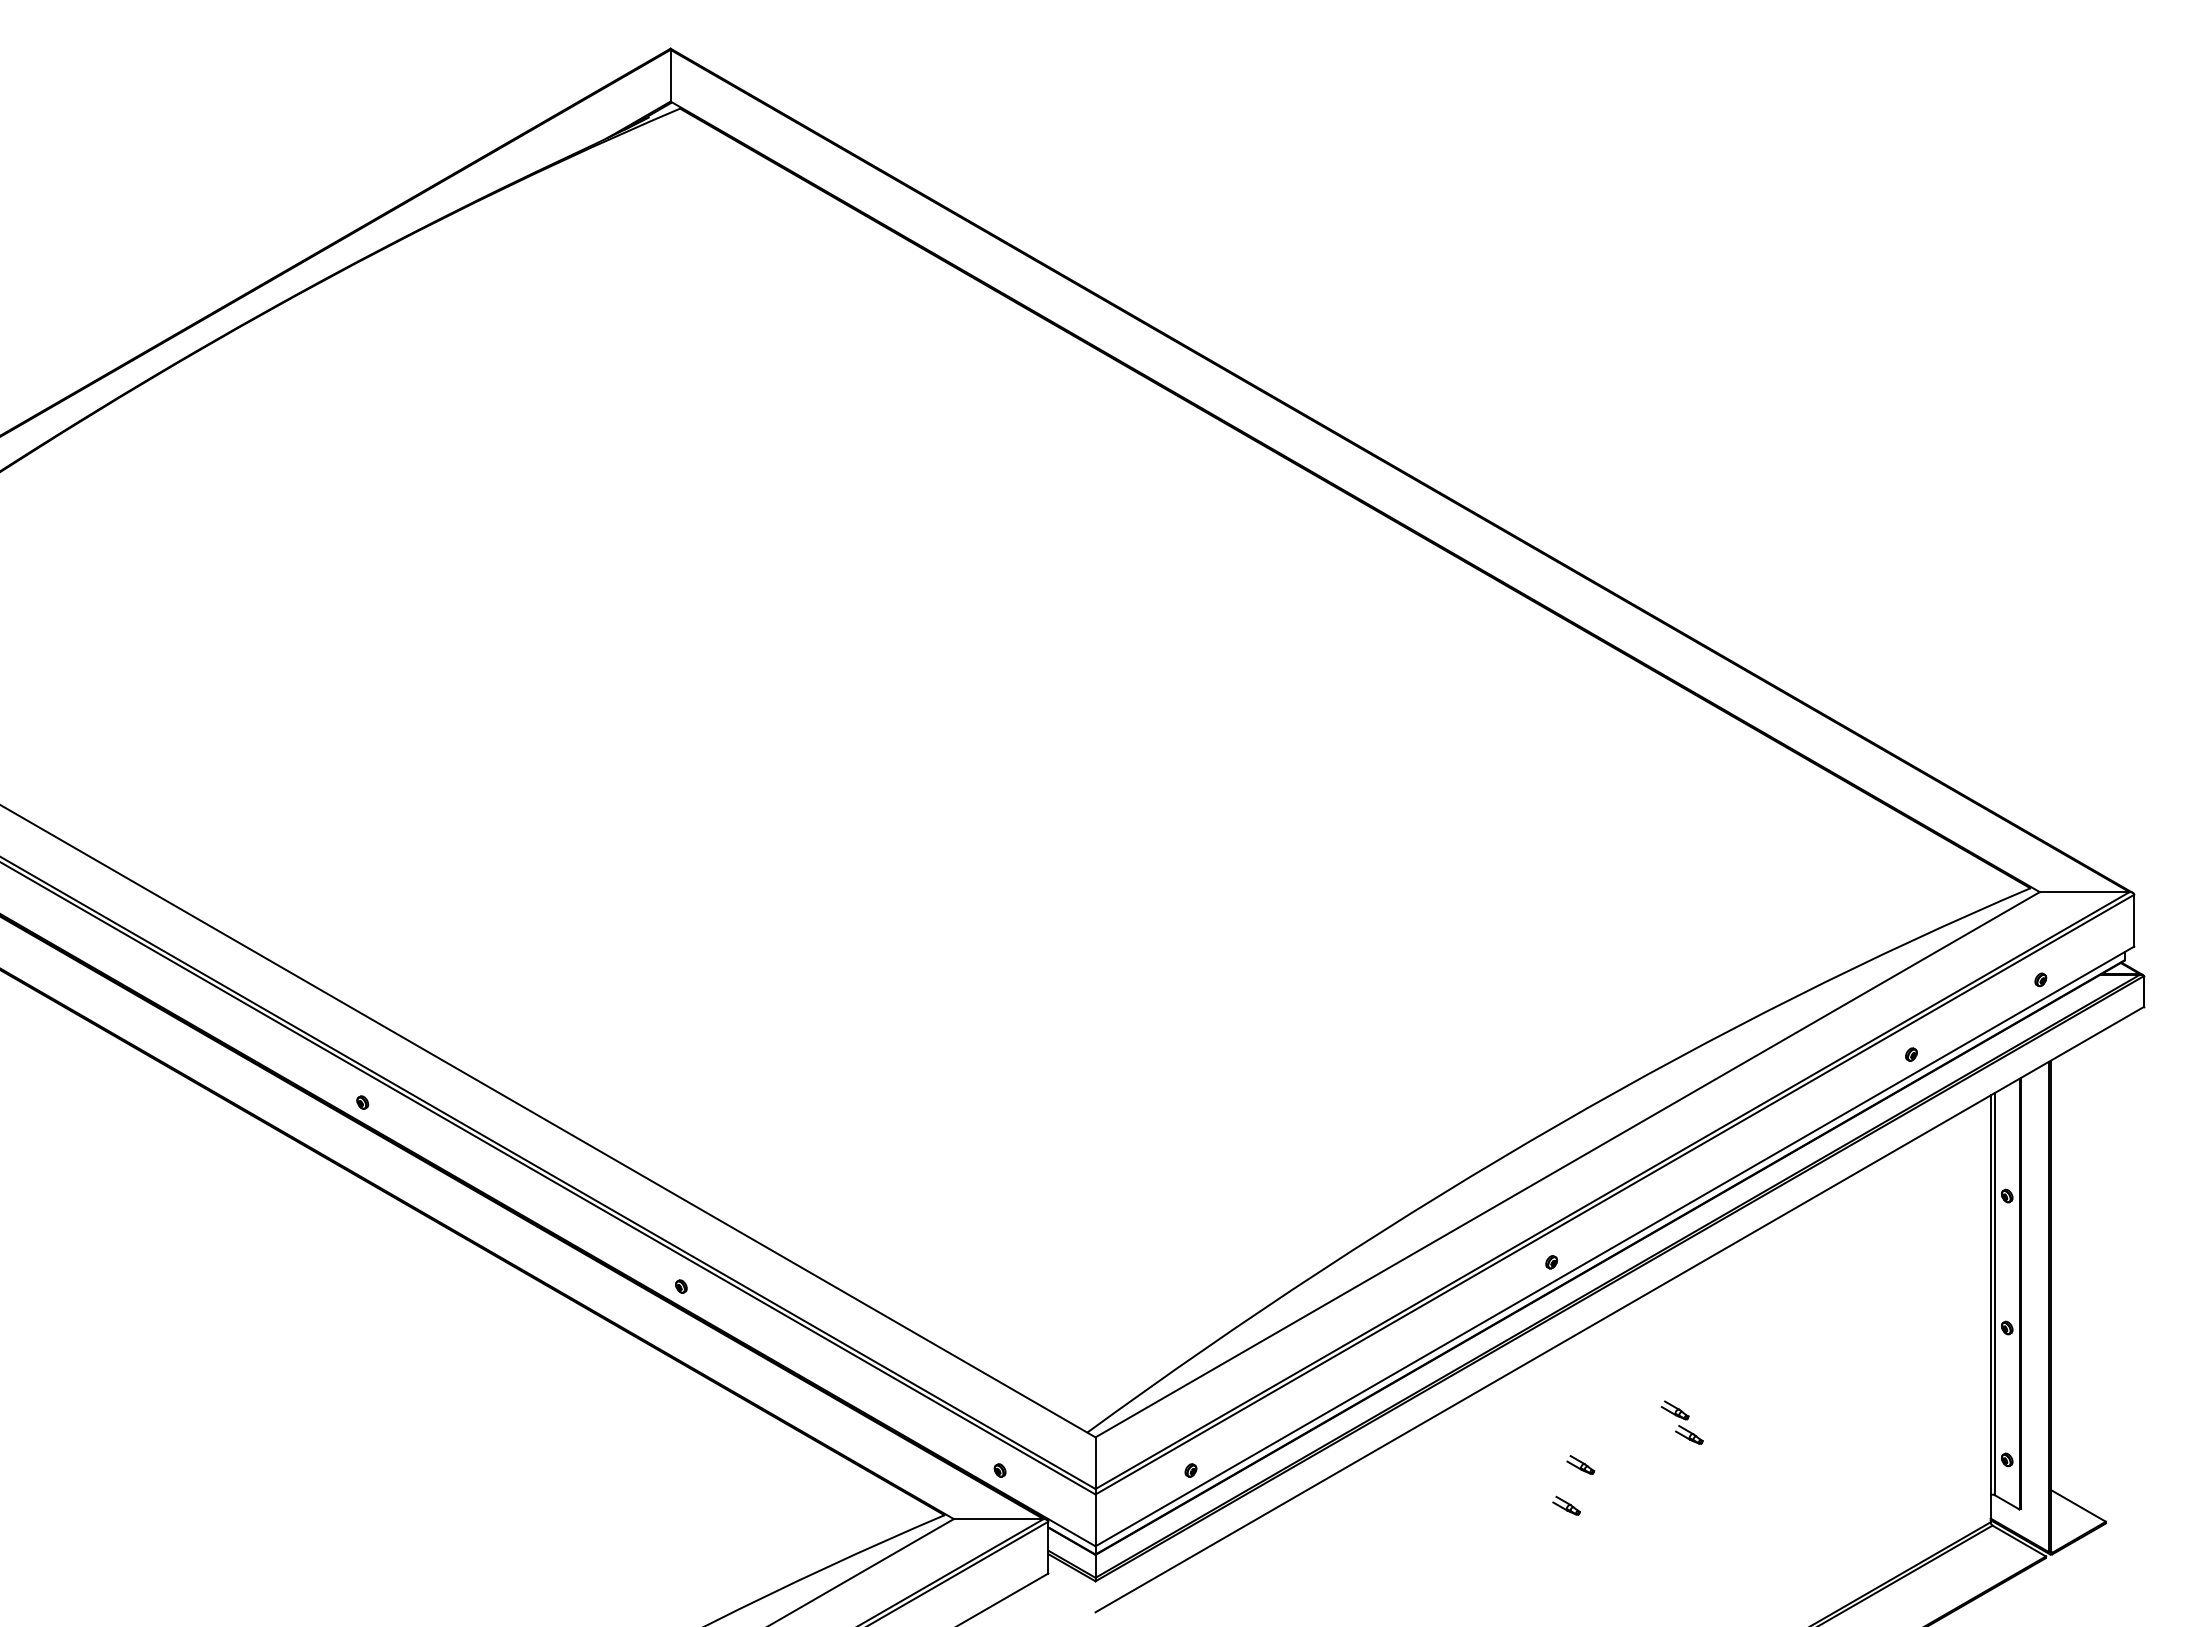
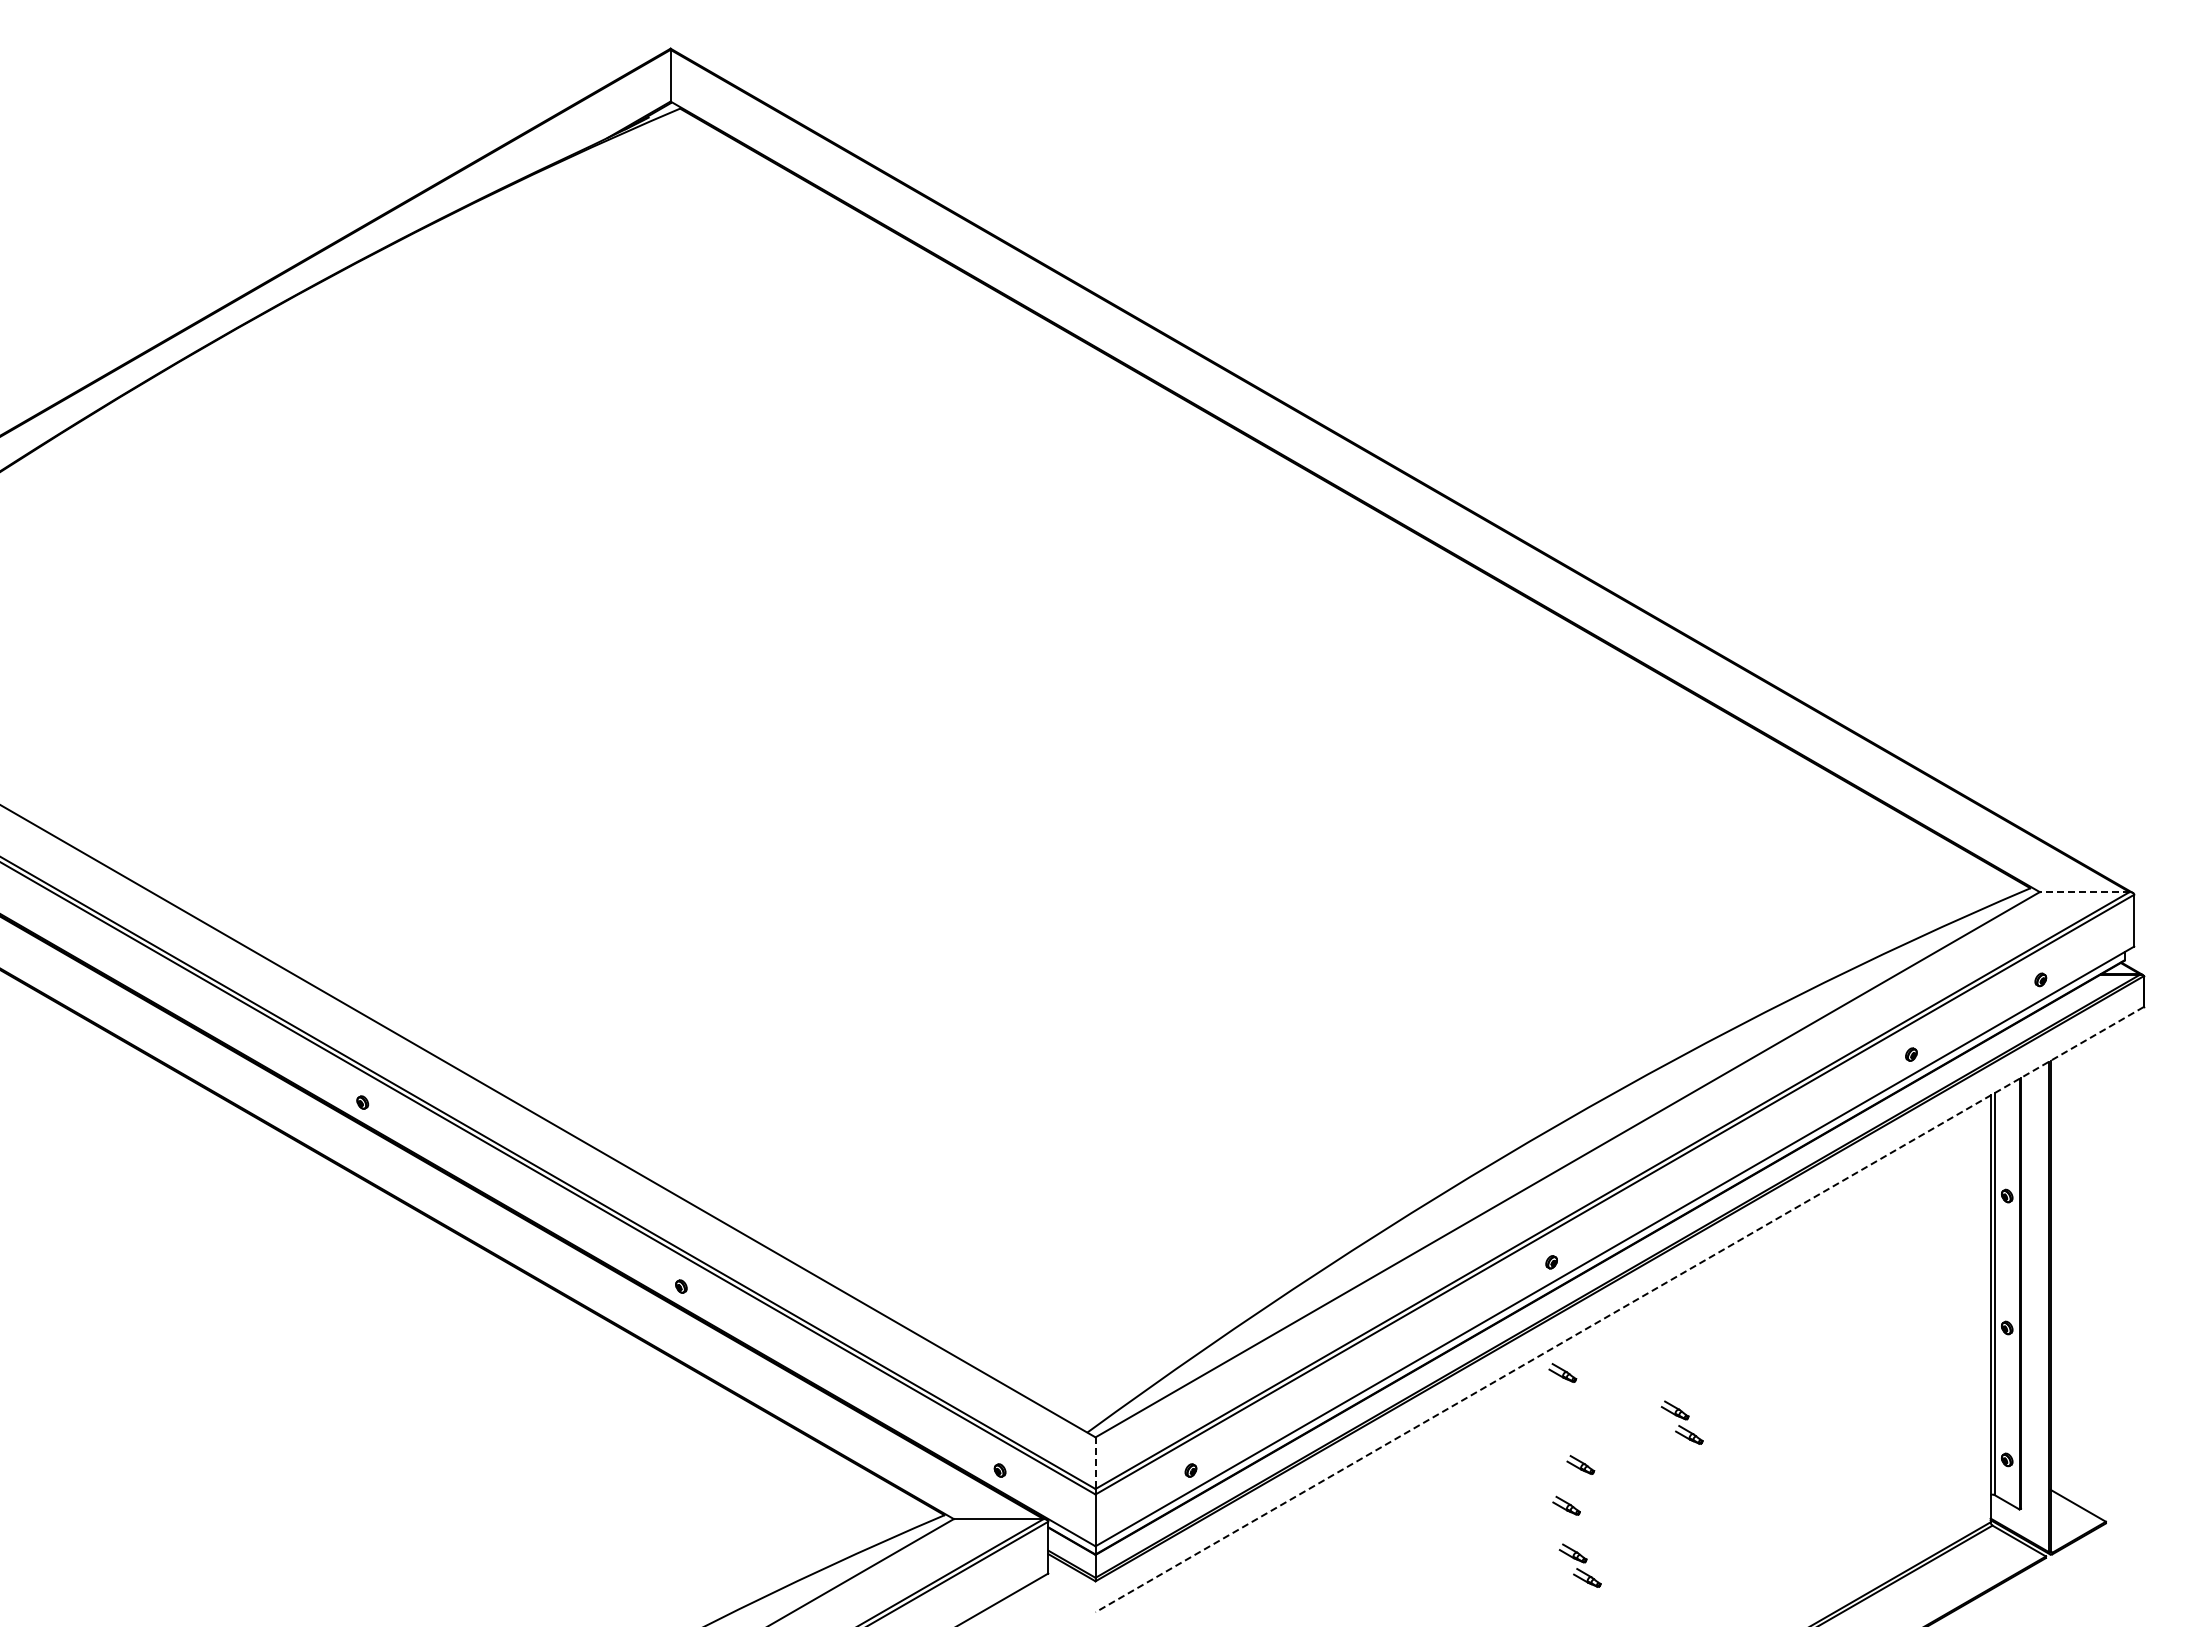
line at (2084, 892): solid -> dashed
line at (1619, 1309): solid -> dashed
part at (1562, 1372): none -> present
line at (1095, 1463): solid -> dashed
part at (1579, 1565): none -> present
